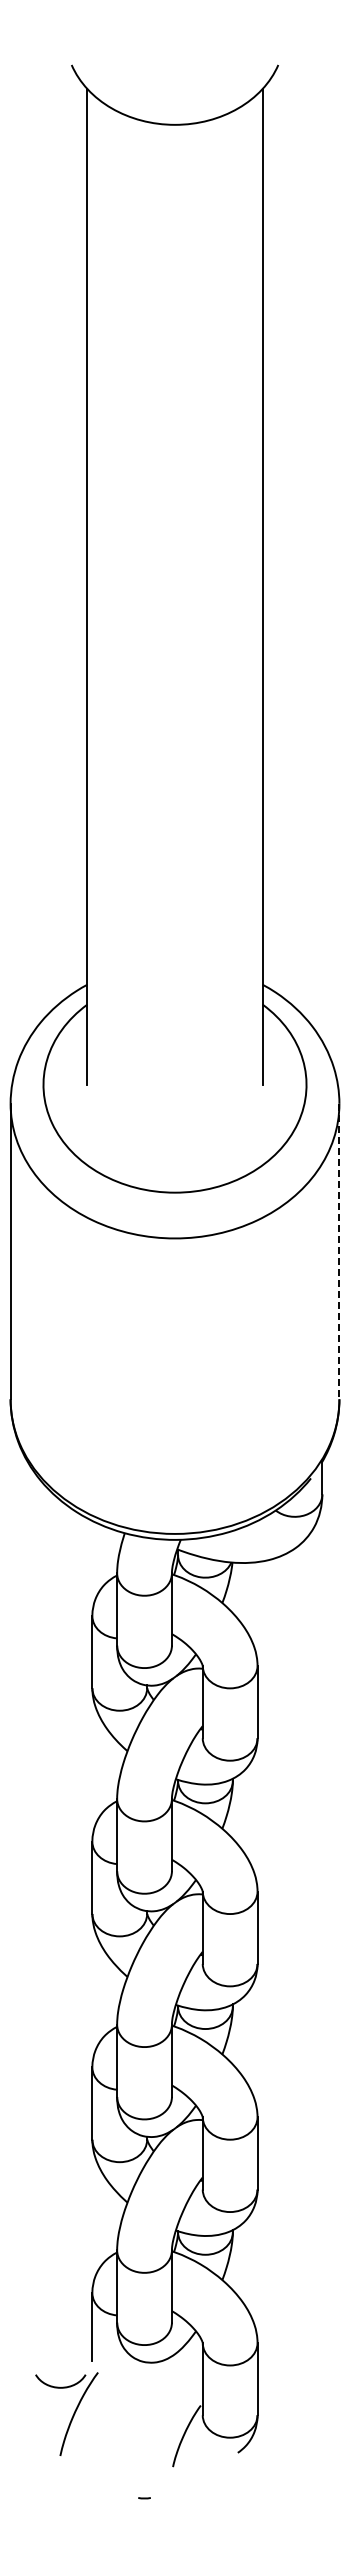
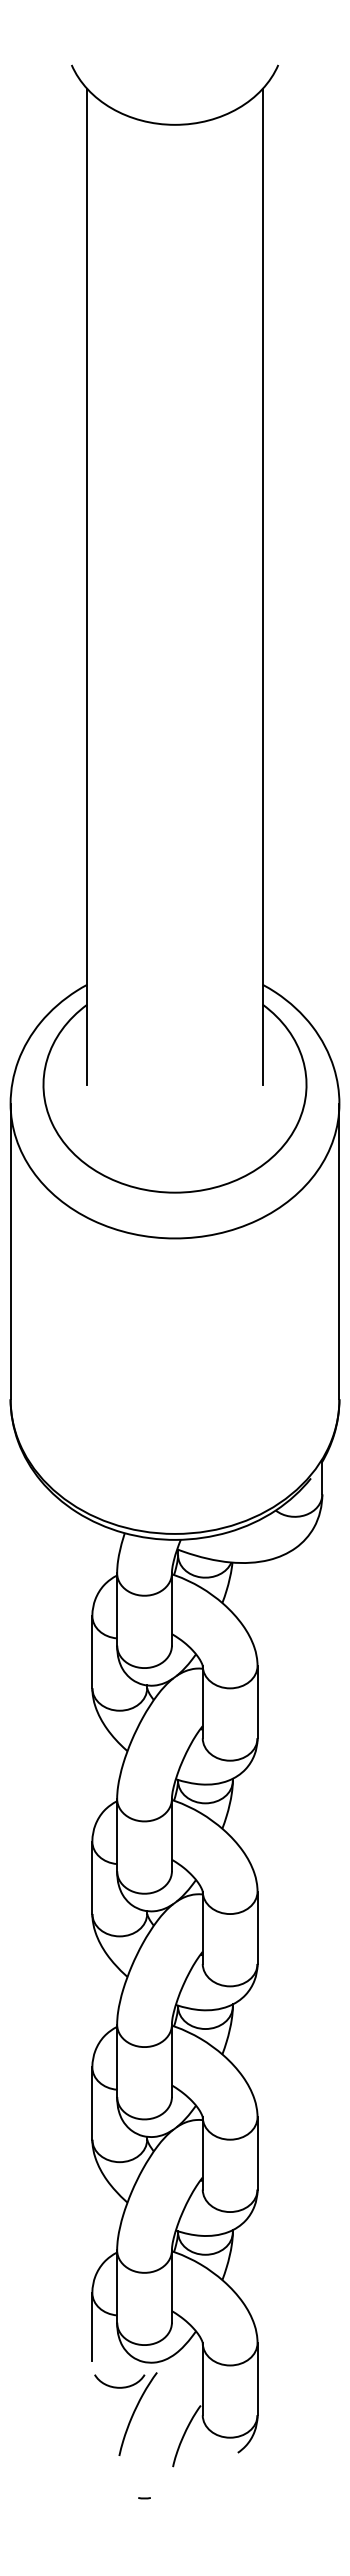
line at (339, 1251): dashed -> solid
part at (72, 2415) position: (72, 2415) -> (131, 2415)
